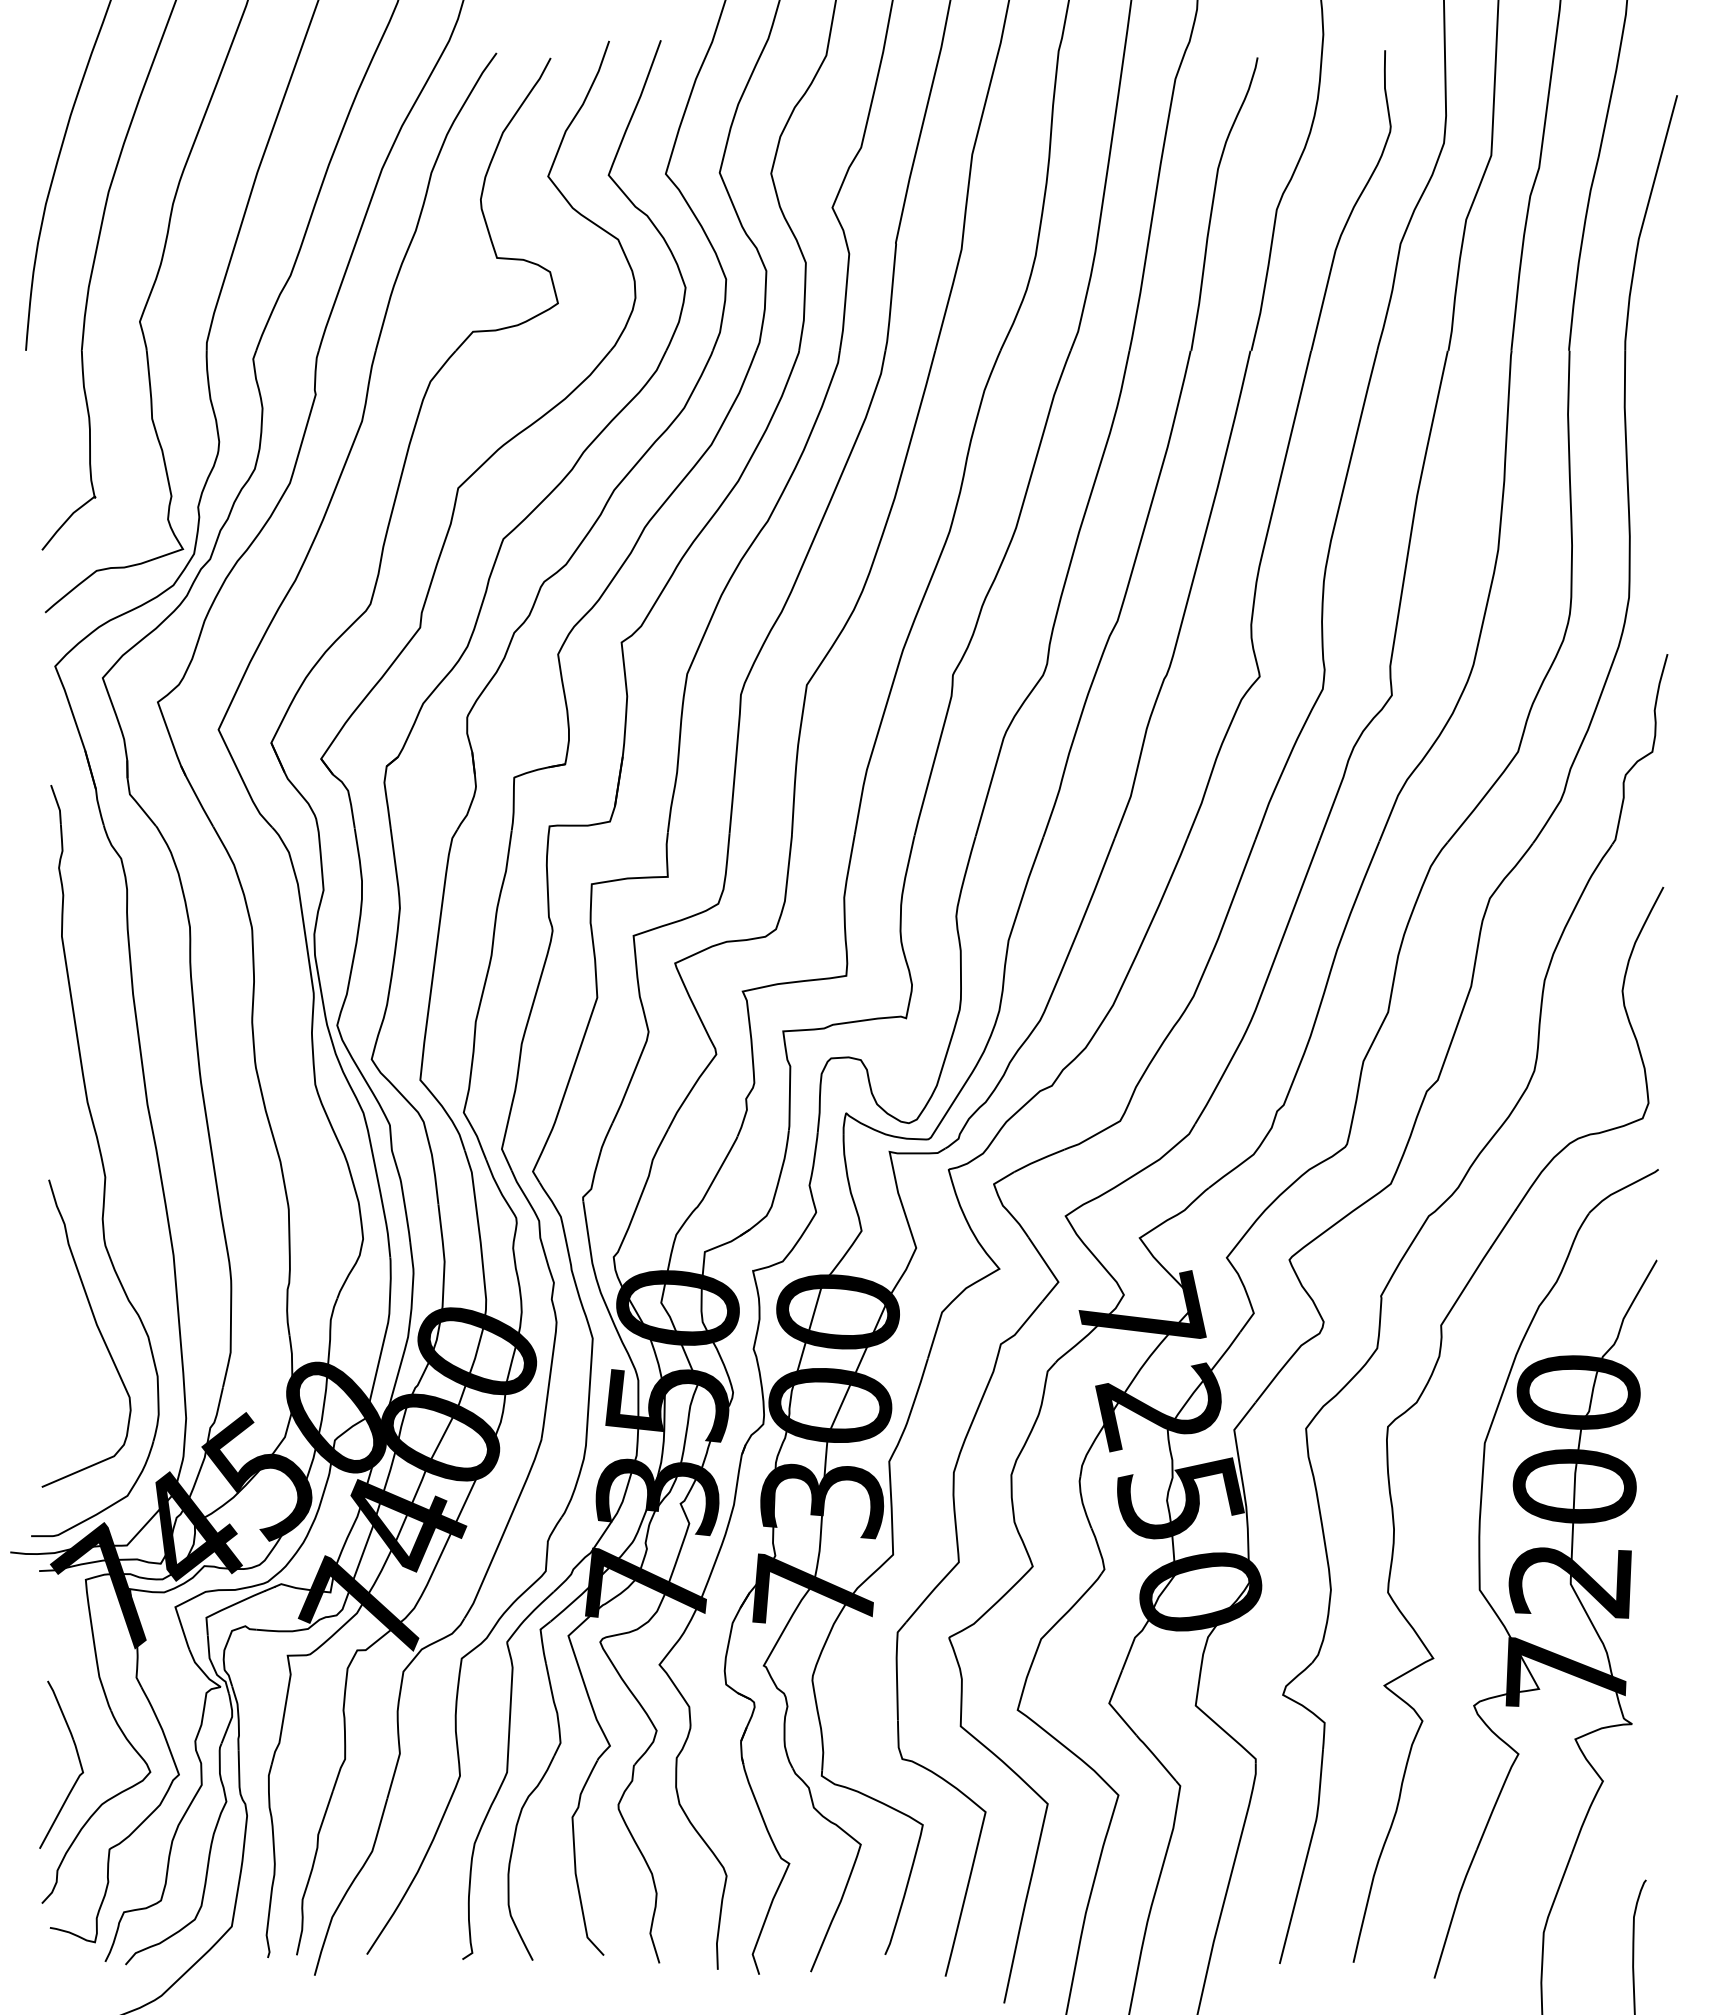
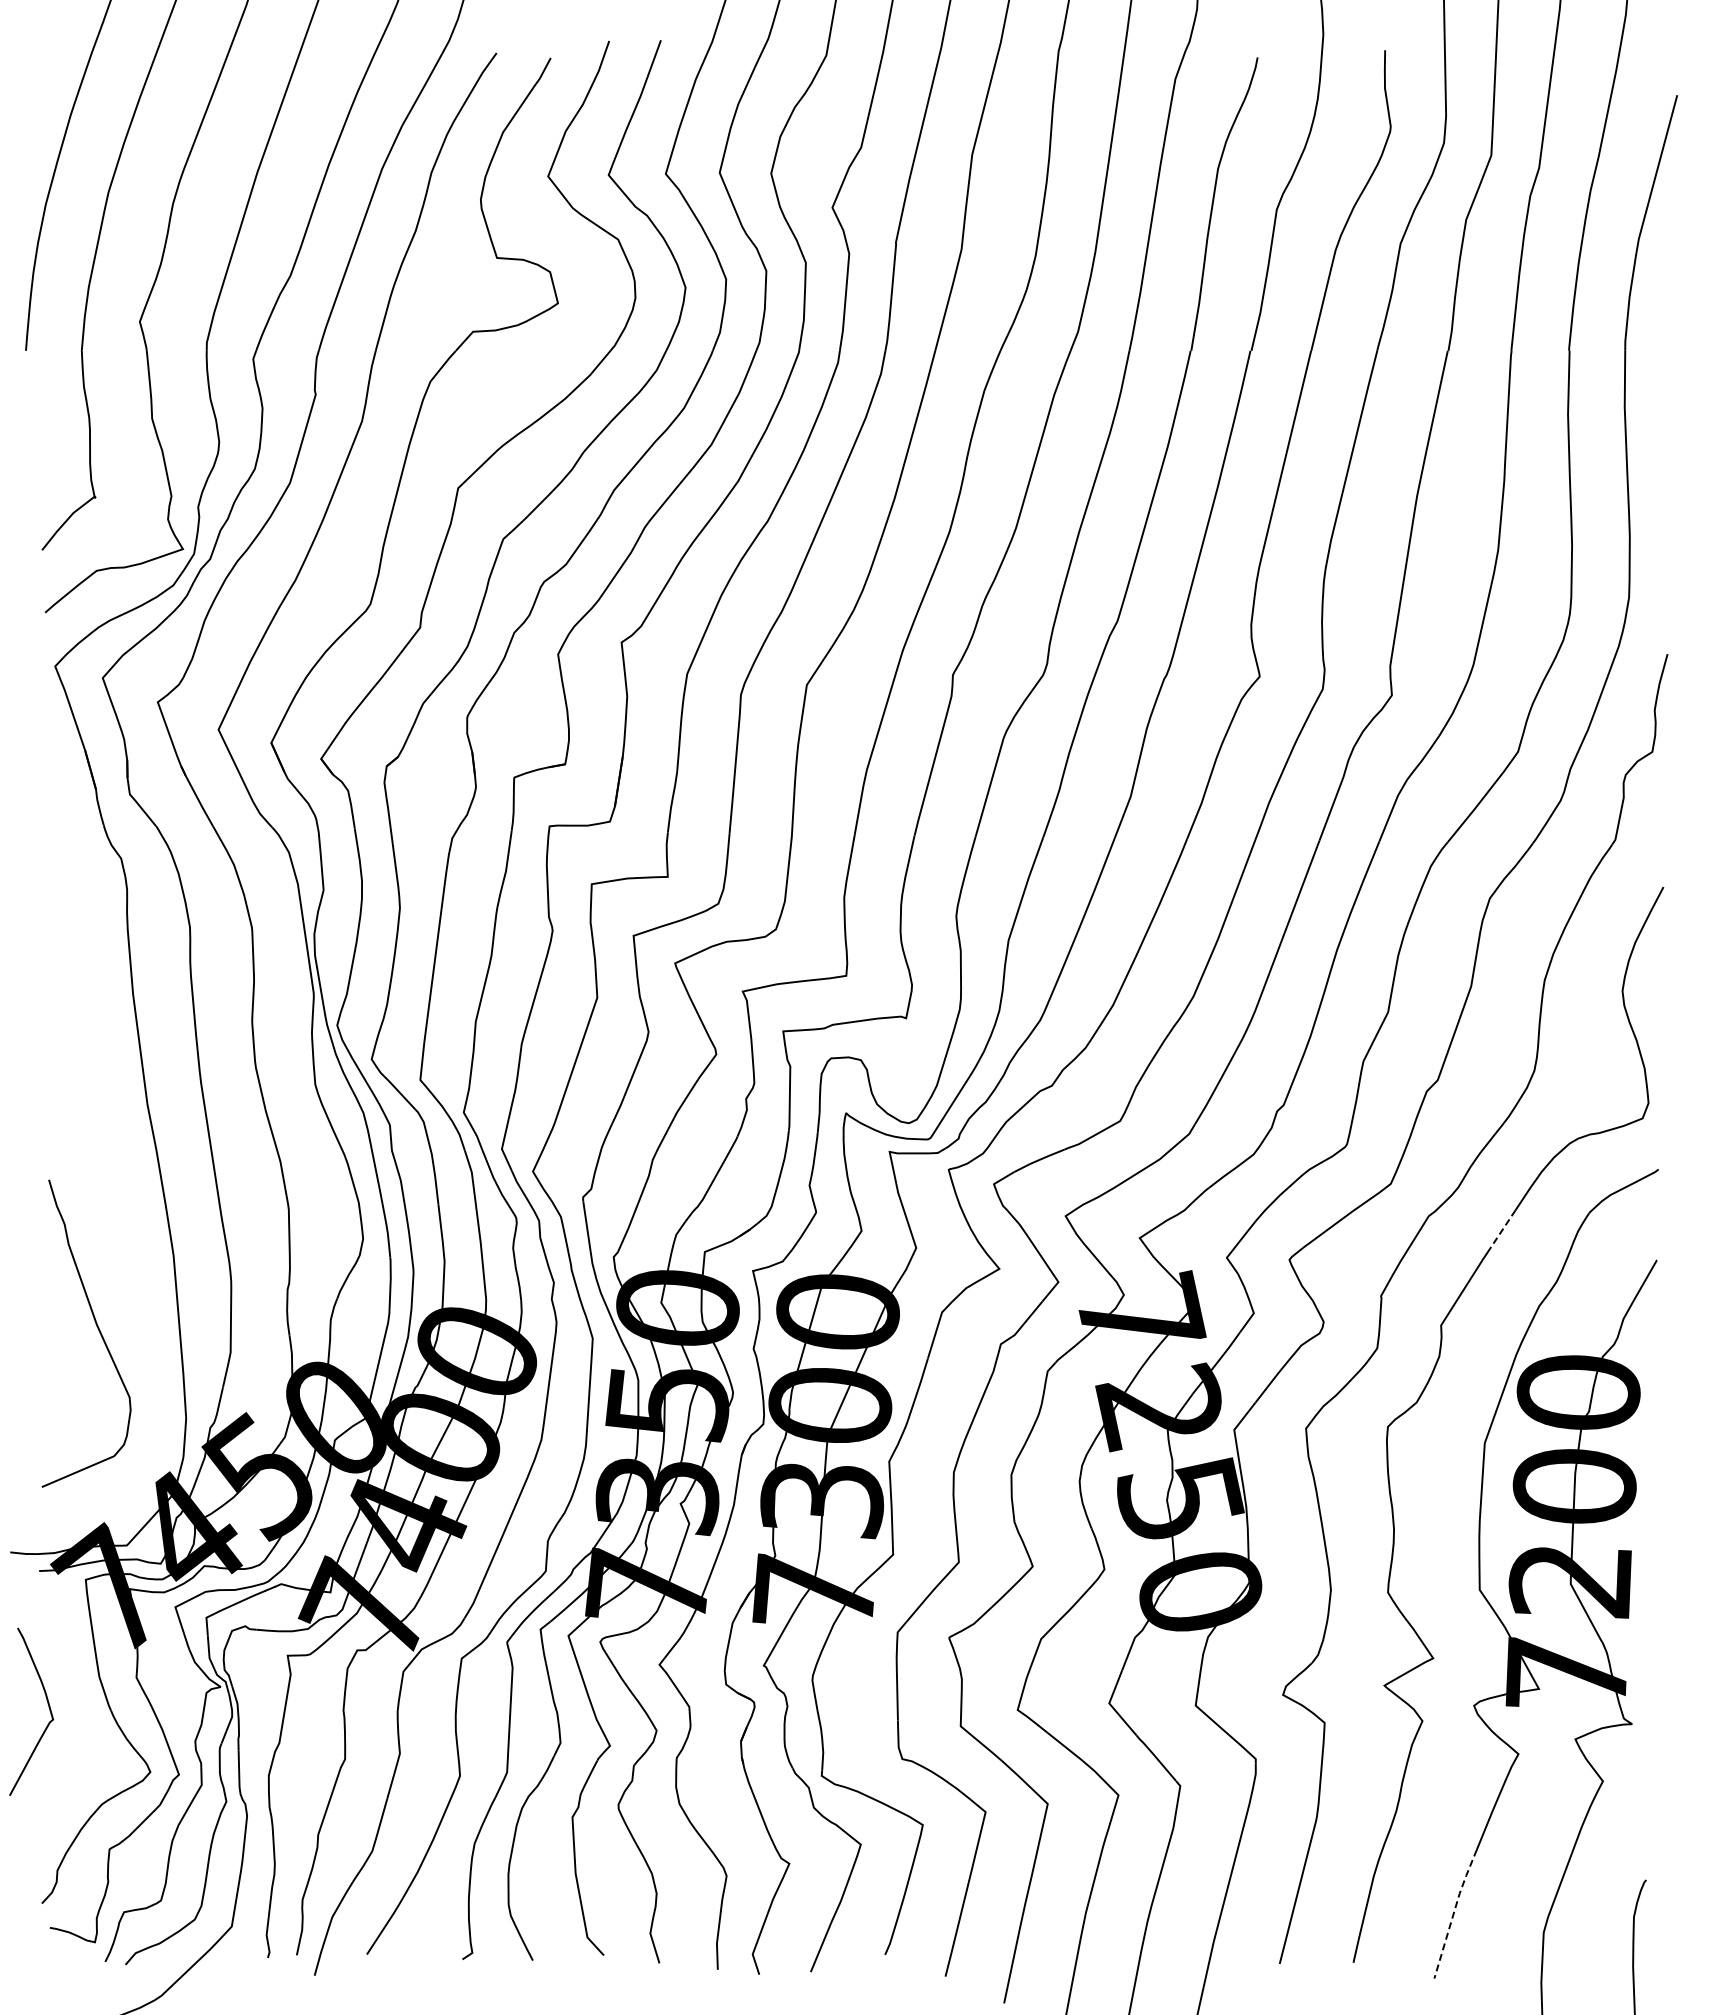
part at (95, 1161): present -> none
line at (1503, 1229): solid -> dashed
part at (77, 1757) position: (77, 1757) -> (47, 1704)
line at (1453, 1912): solid -> dashed
